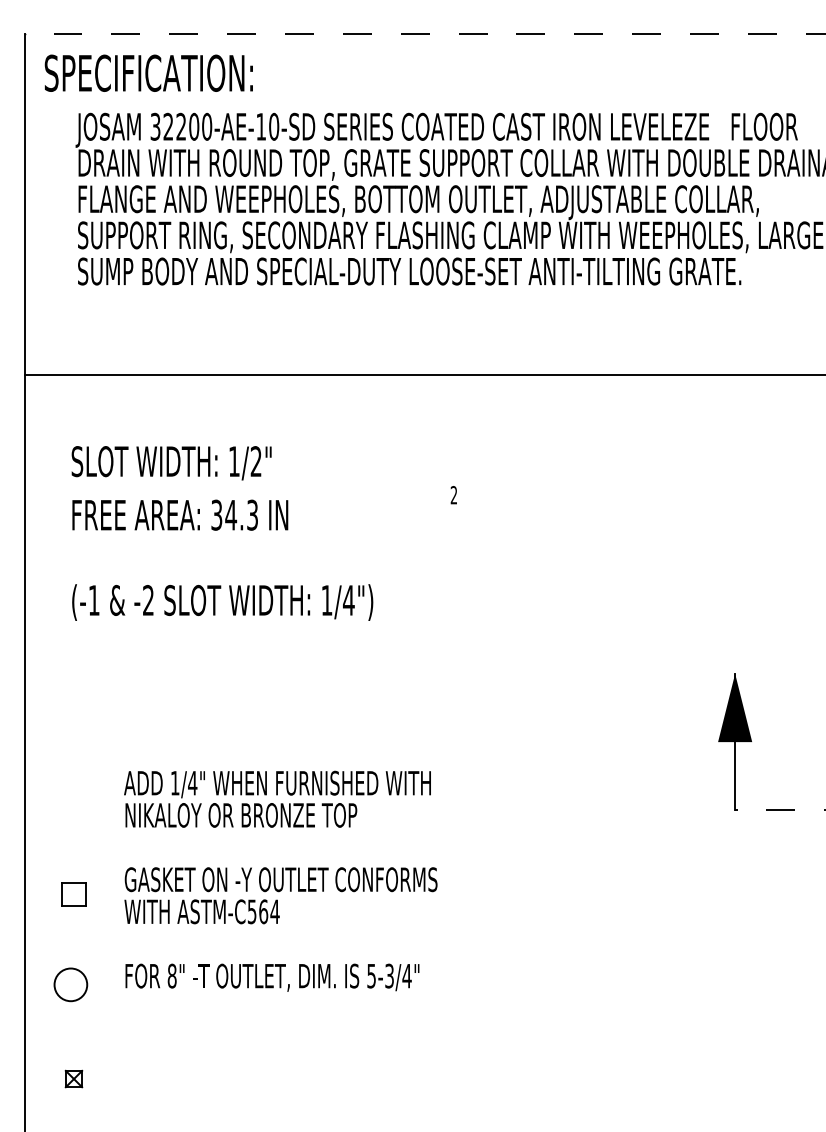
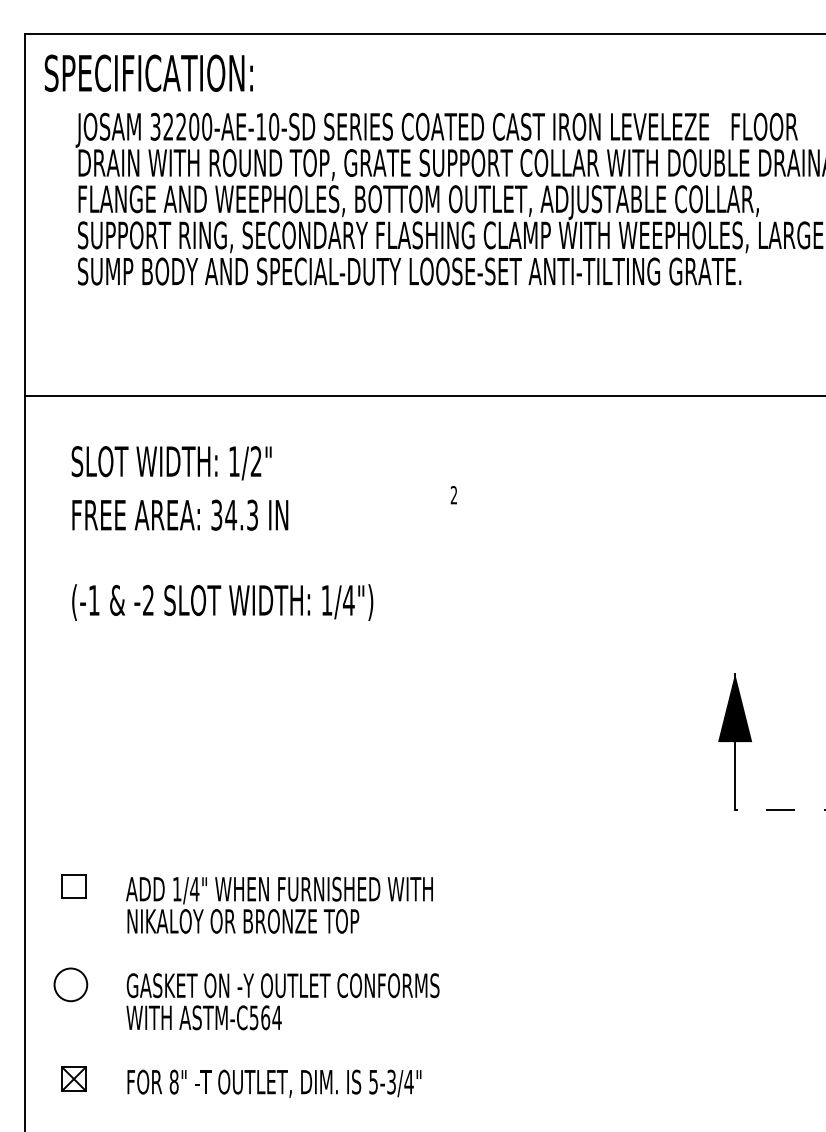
line at (424, 33): dashed -> solid
line at (423, 374) position: (423, 374) -> (423, 395)
text at (280, 880) position: (280, 880) -> (282, 986)
part at (73, 894) position: (73, 894) -> (73, 886)
part at (73, 1078) size: 20x20 px -> 26x26 px
